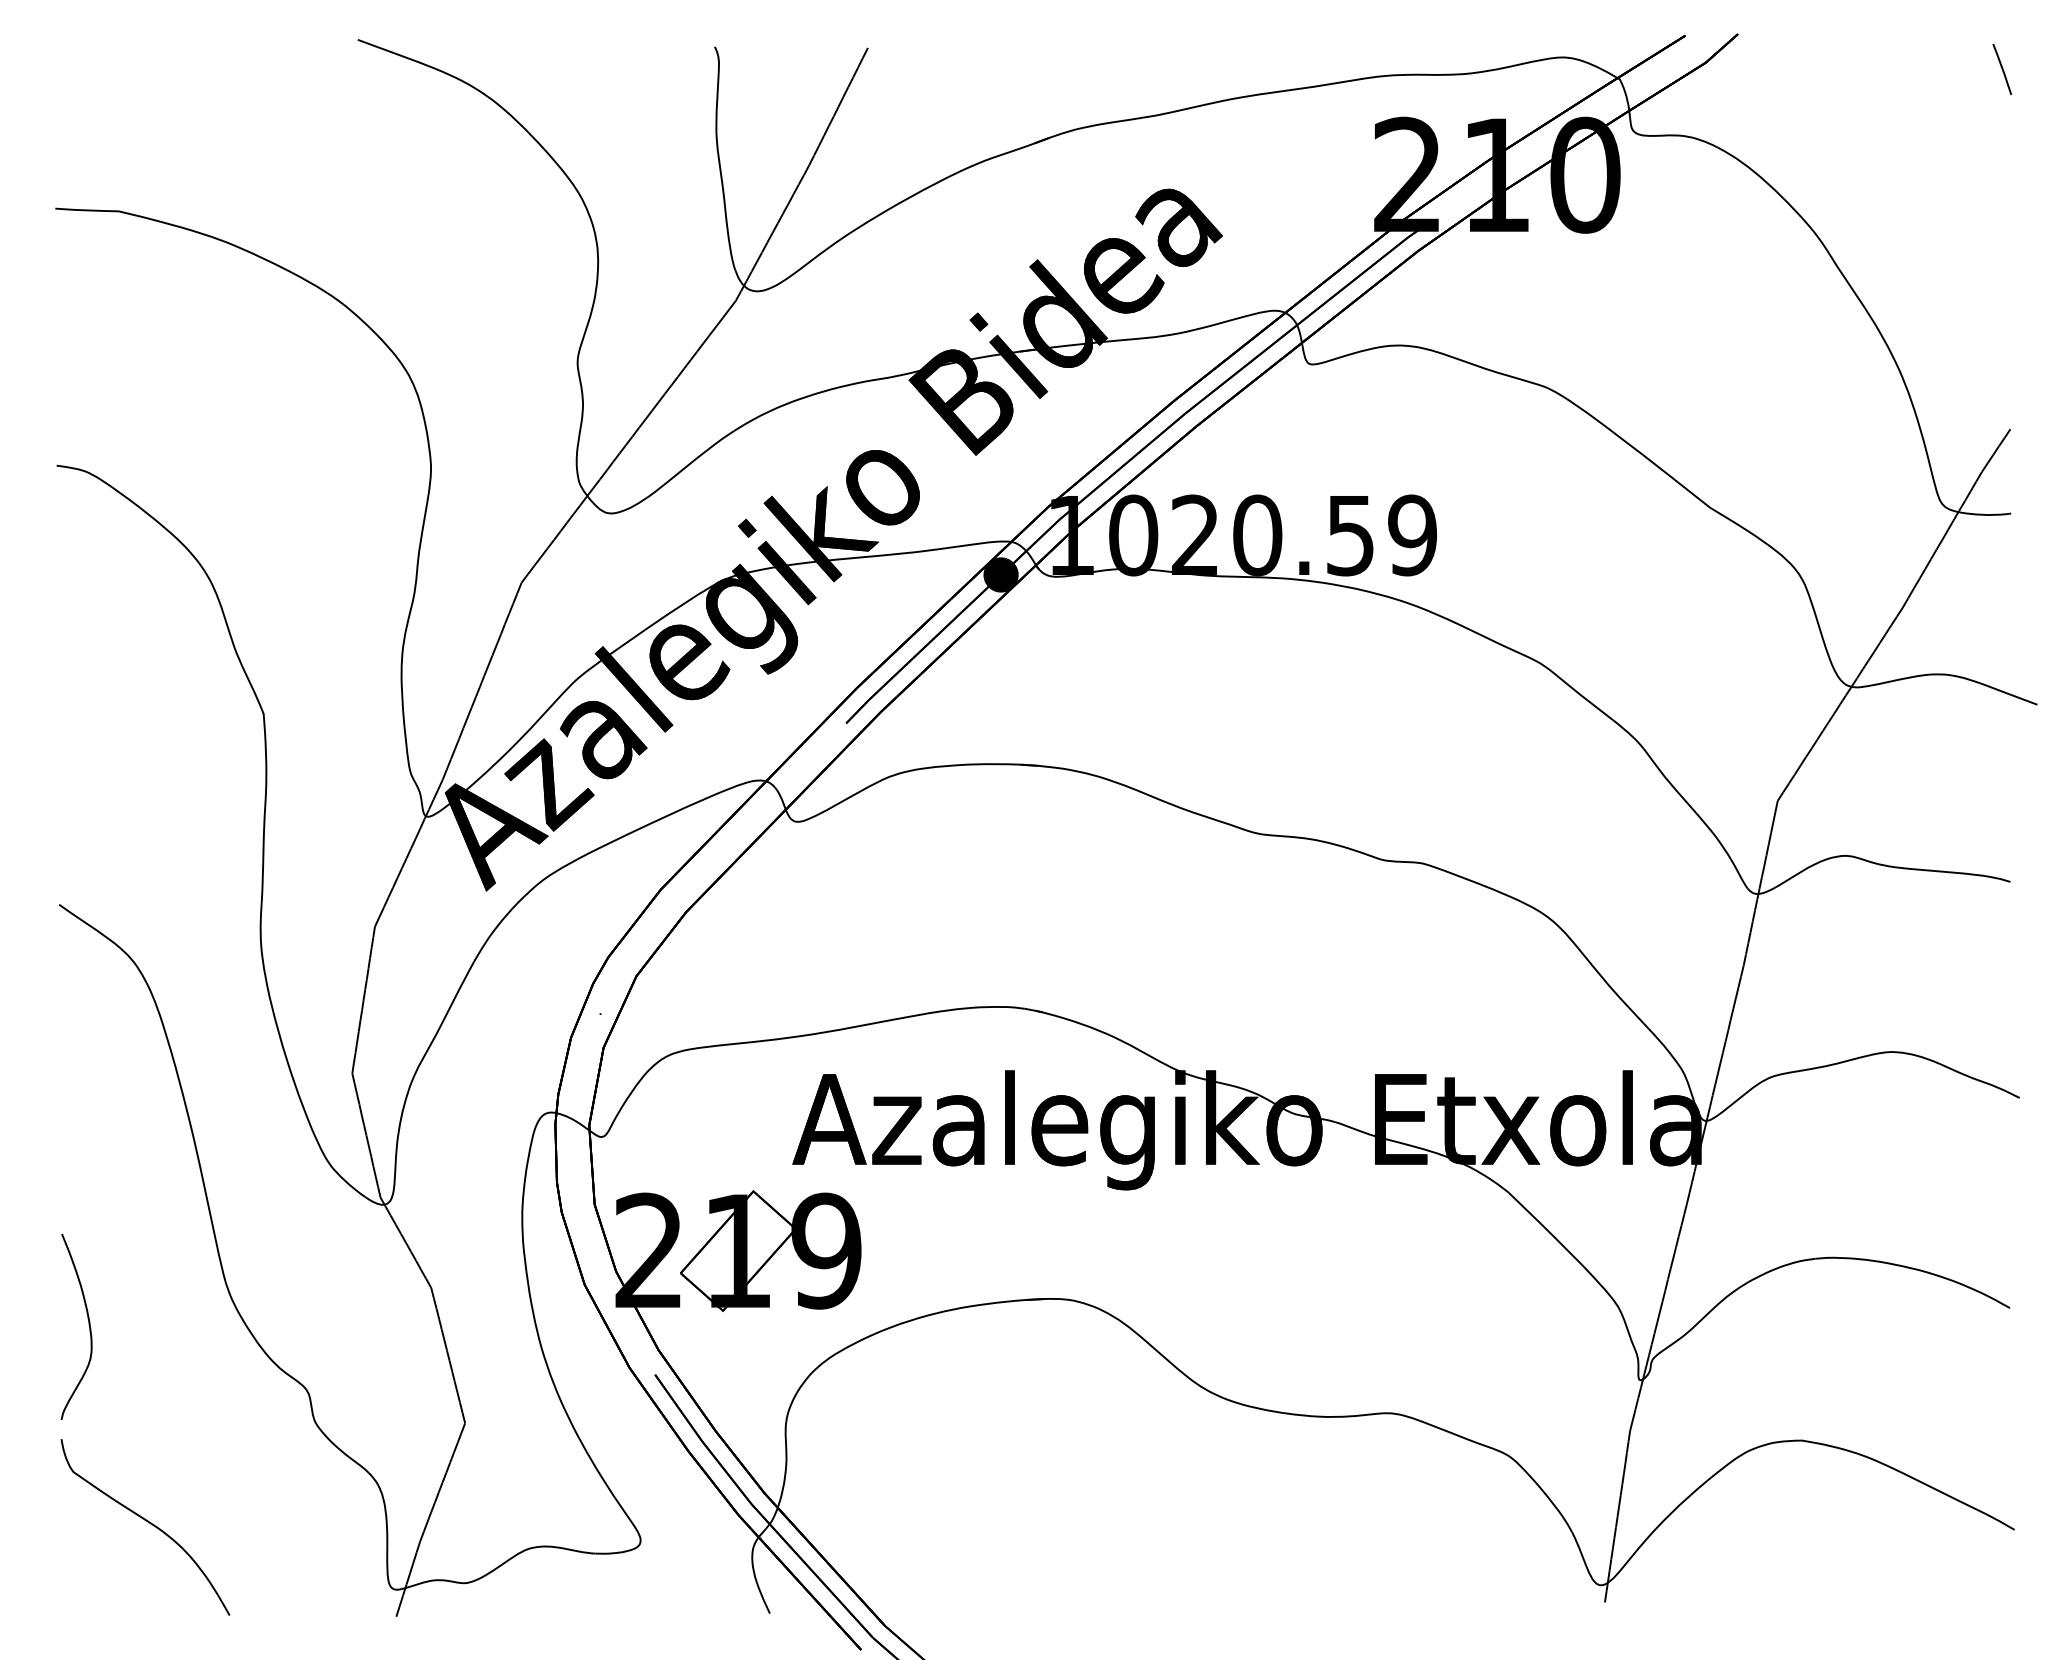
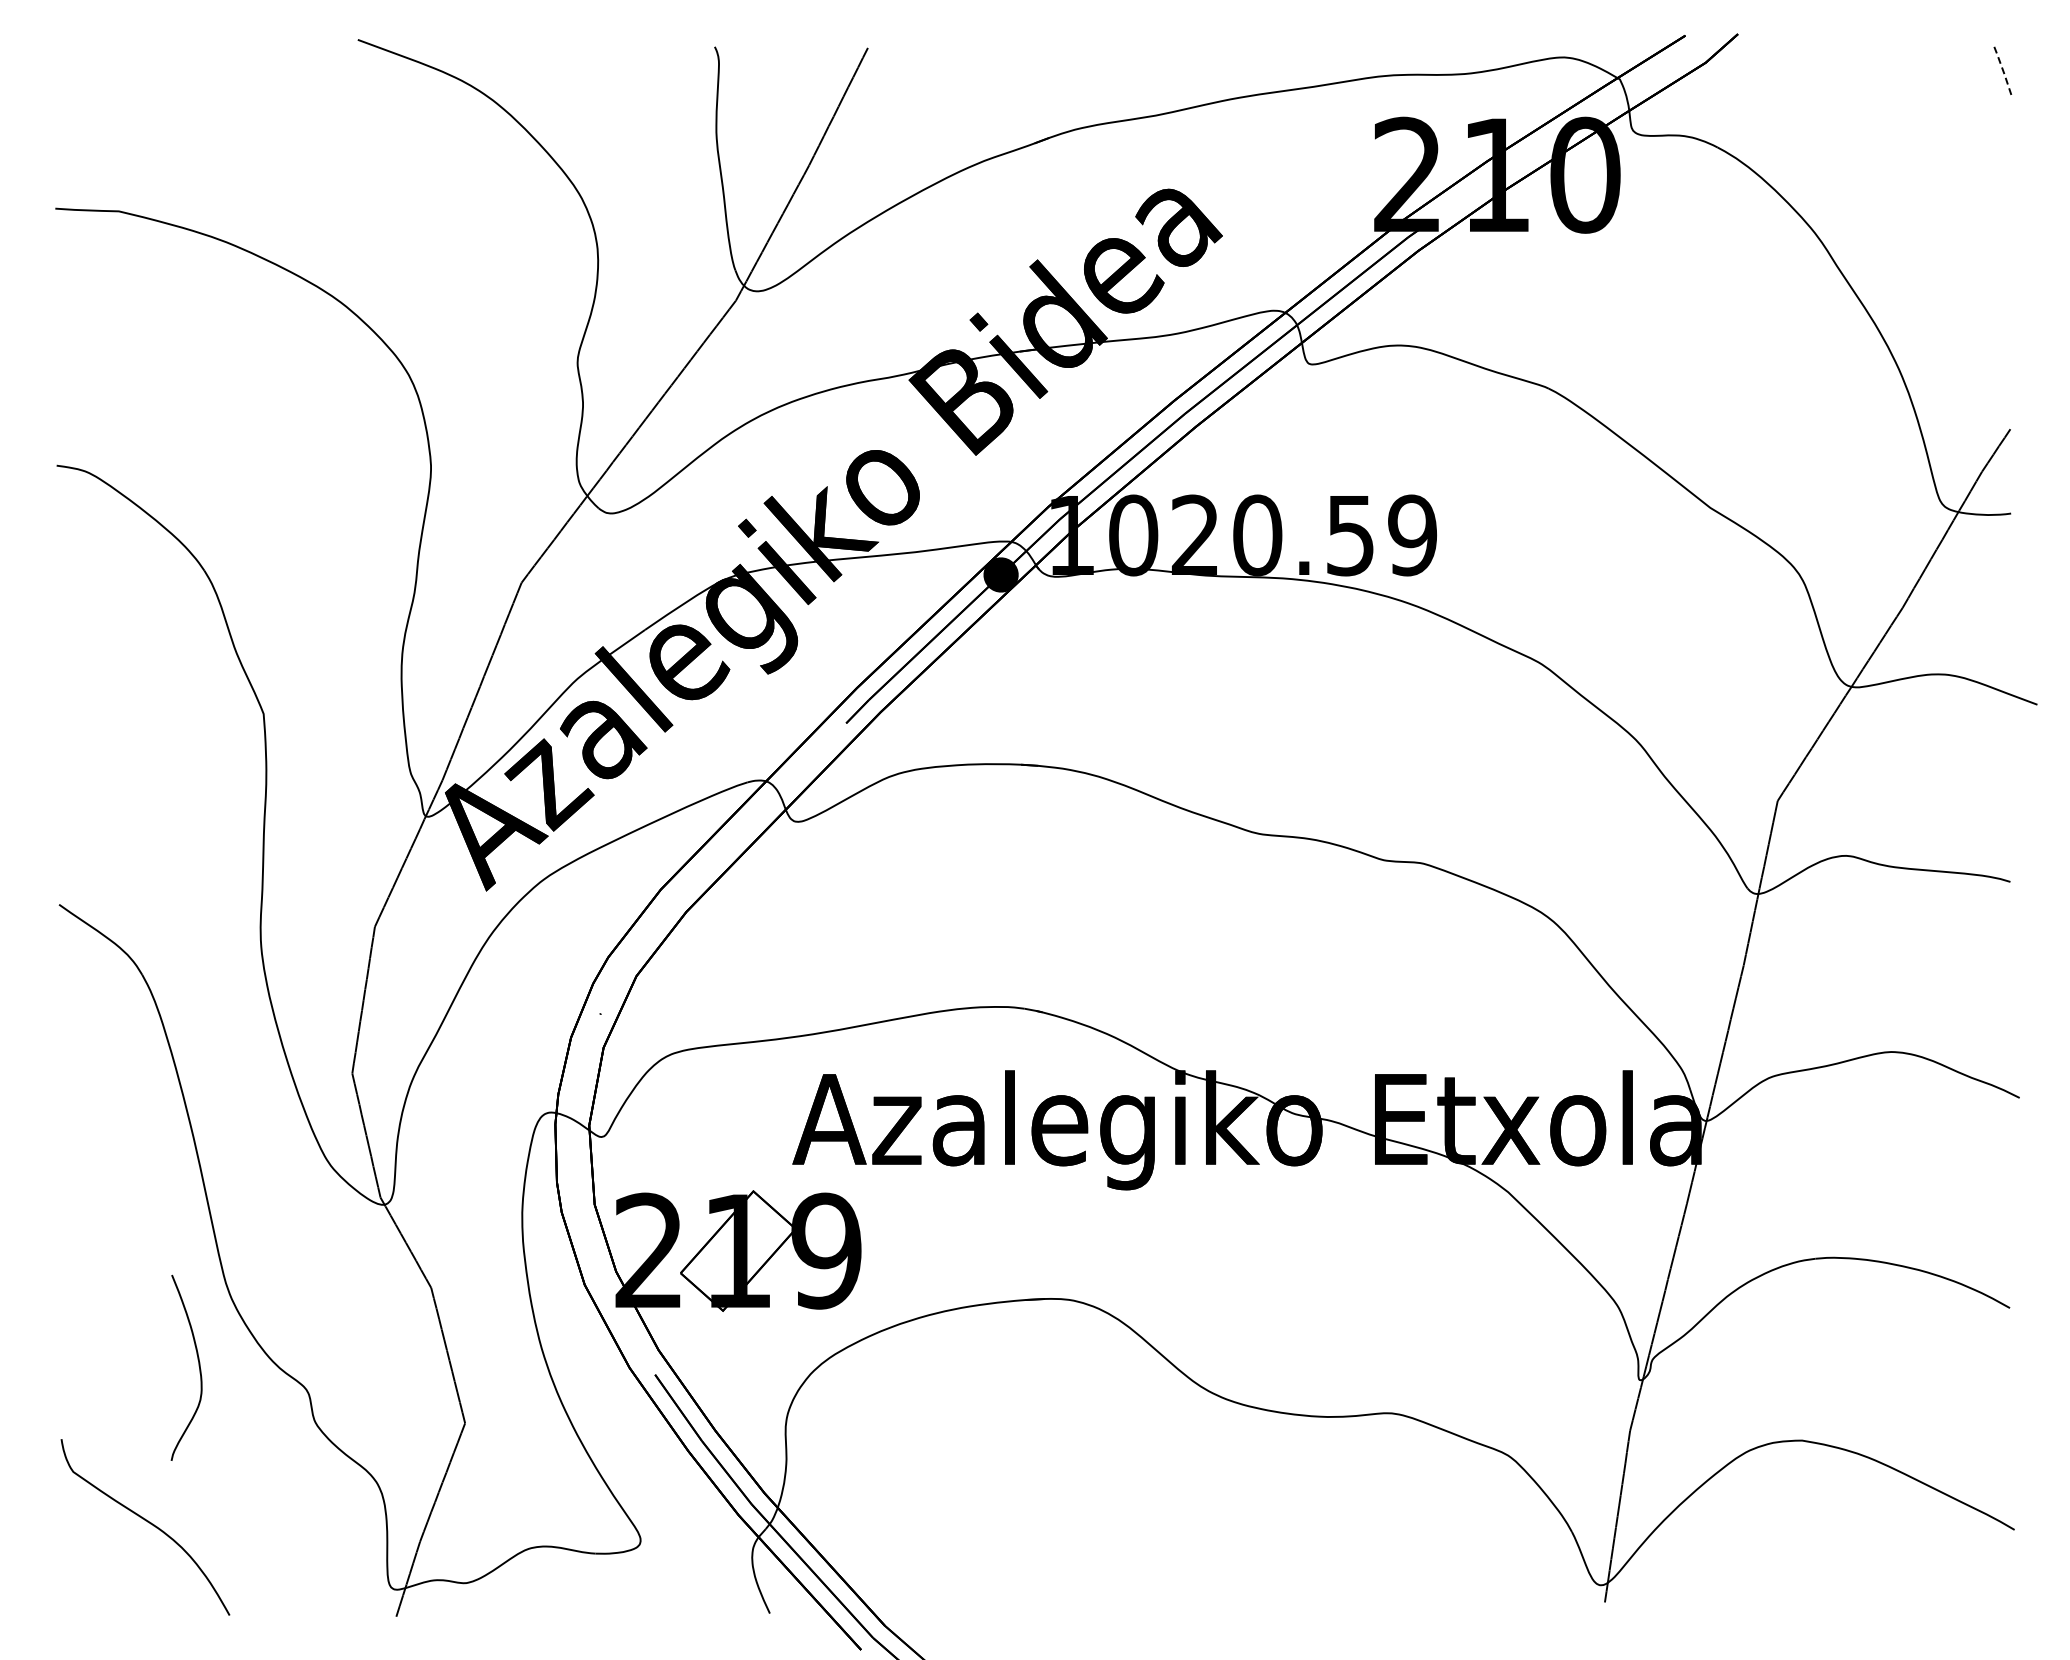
line at (2002, 68): solid -> dashed
curve at (88, 1325) position: (88, 1325) -> (198, 1366)
